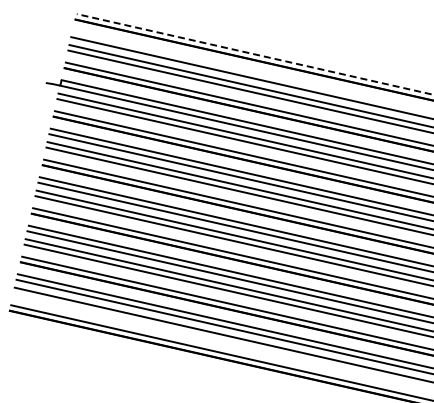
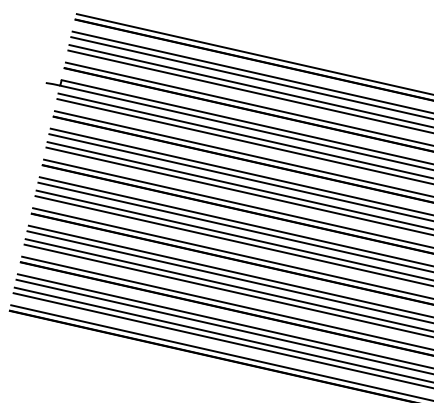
line at (255, 54): dashed -> solid
line at (251, 71): none -> present
line at (221, 340): none -> present
